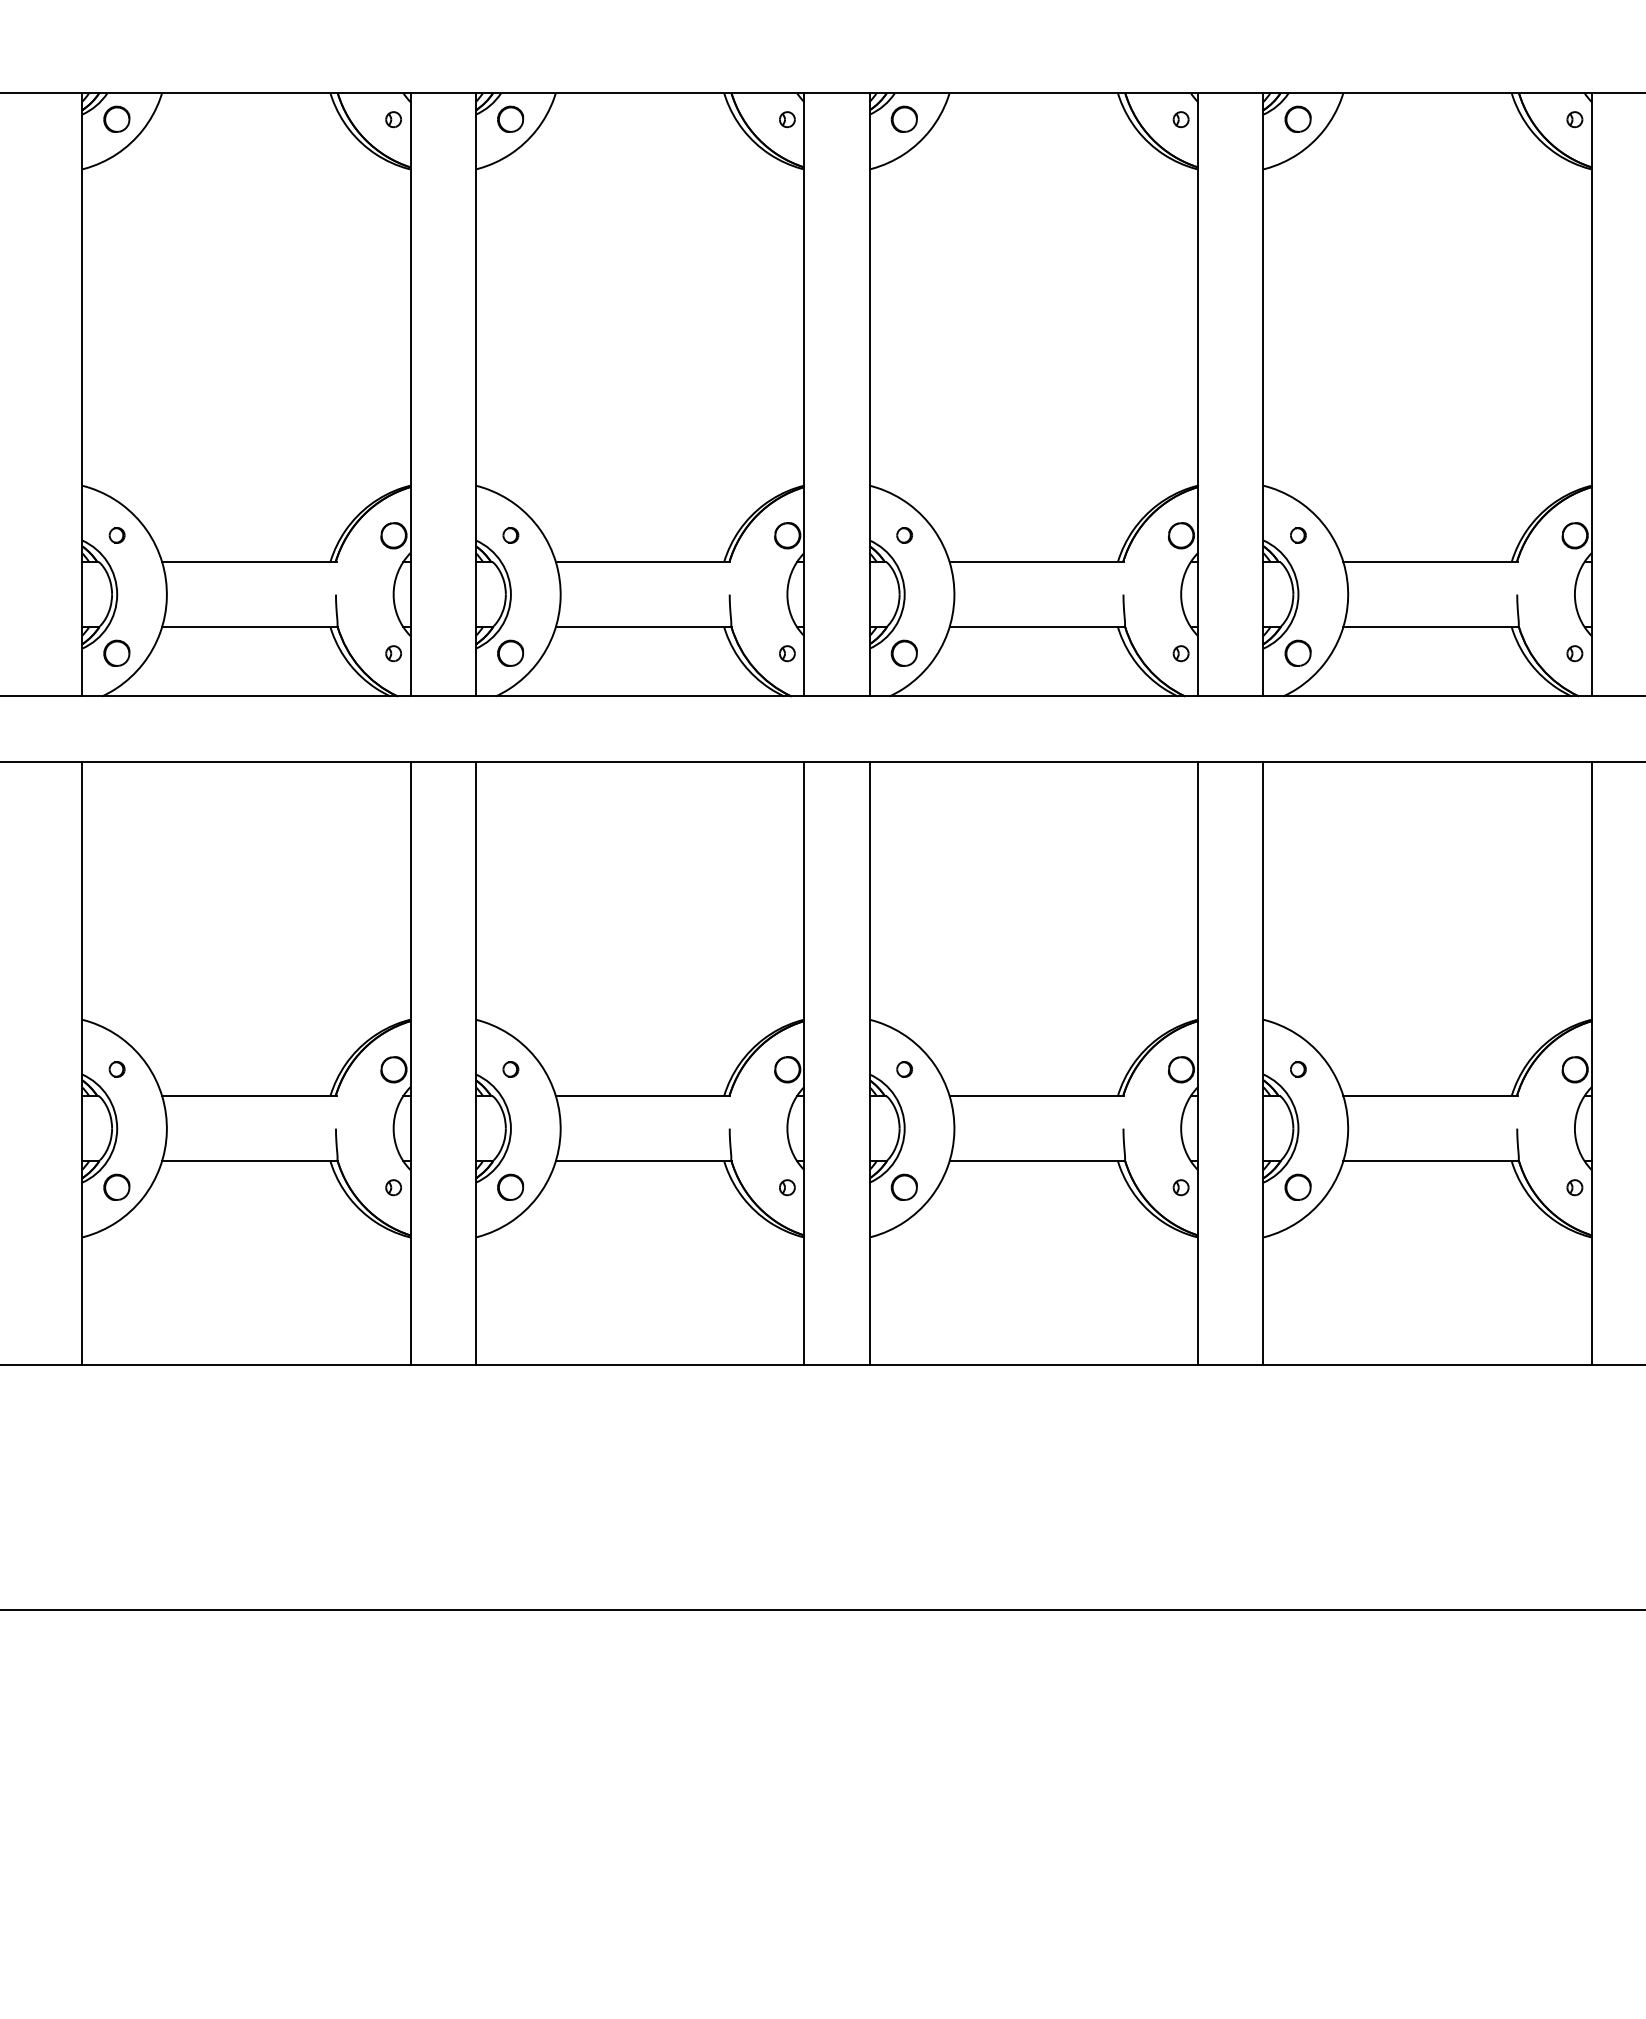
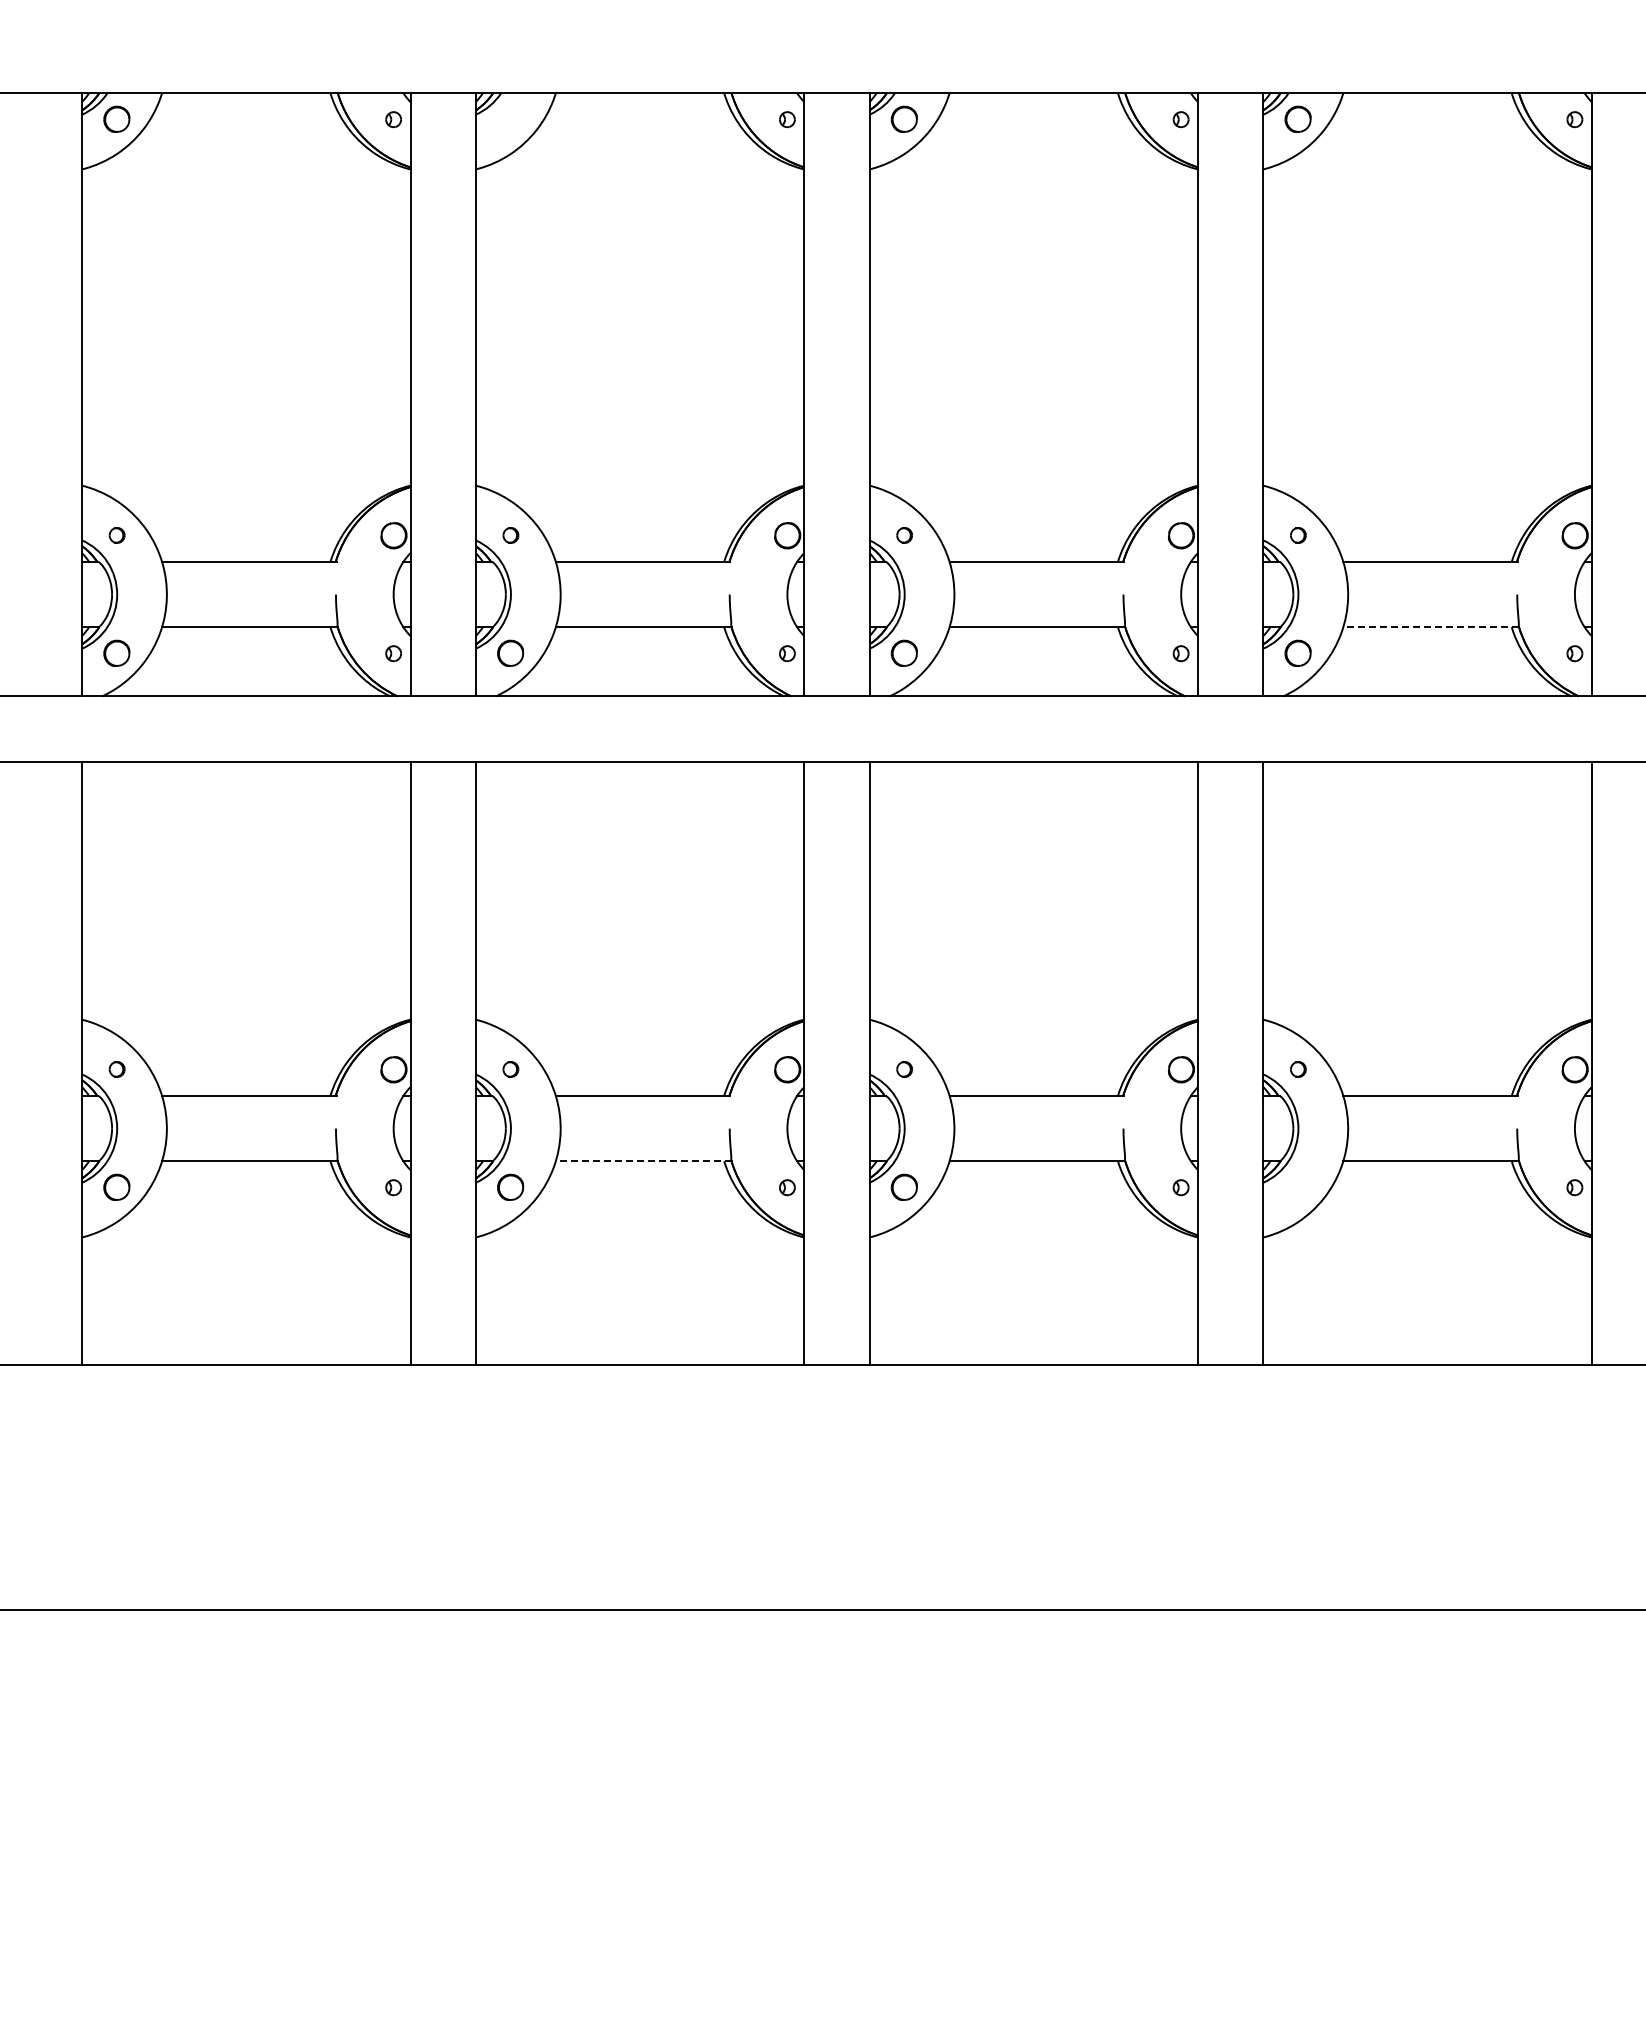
part at (510, 118): present -> none
line at (1431, 627): solid -> dashed
line at (643, 1161): solid -> dashed
part at (1297, 1186): present -> none
